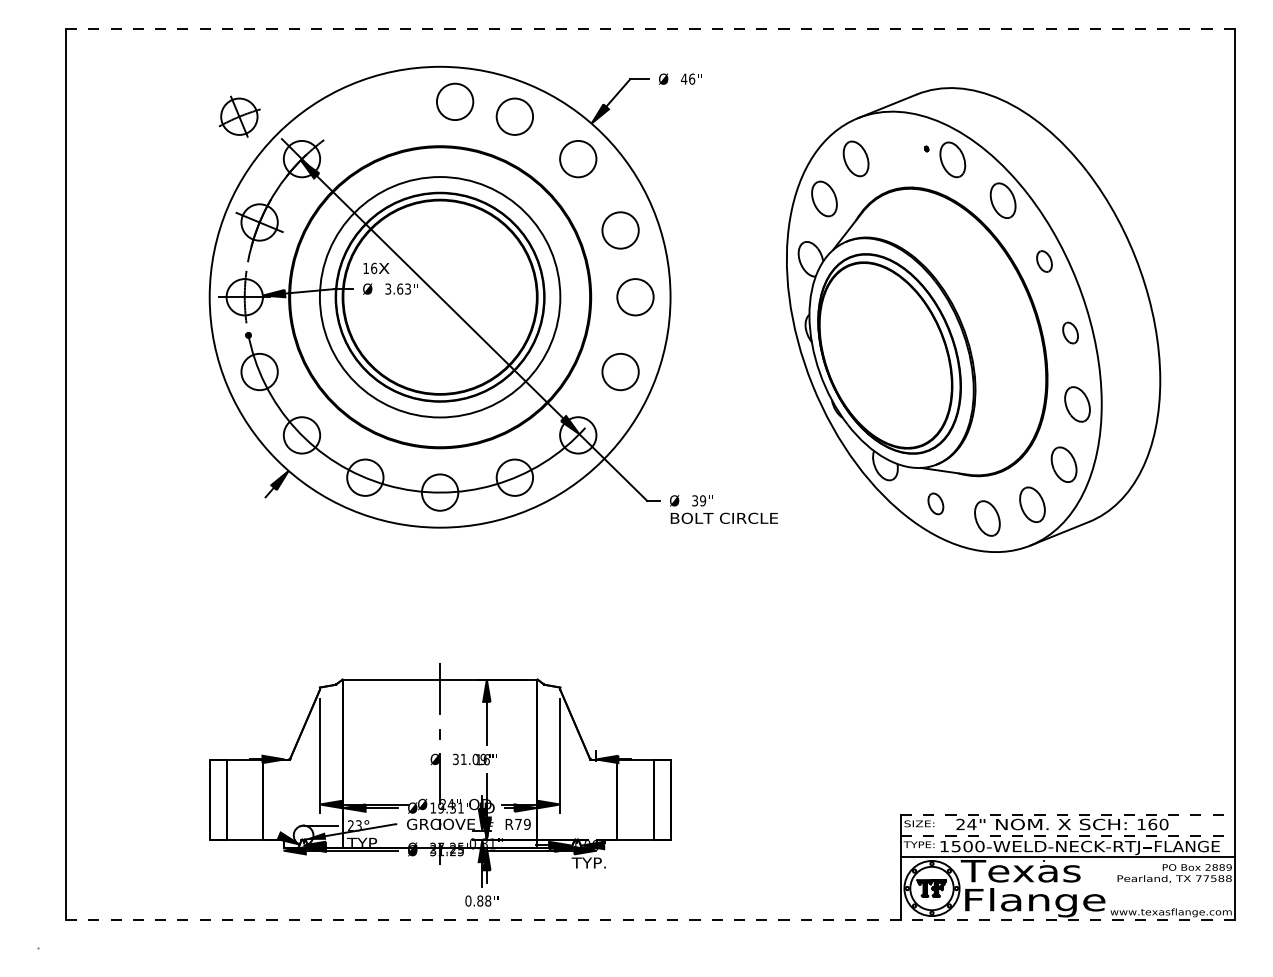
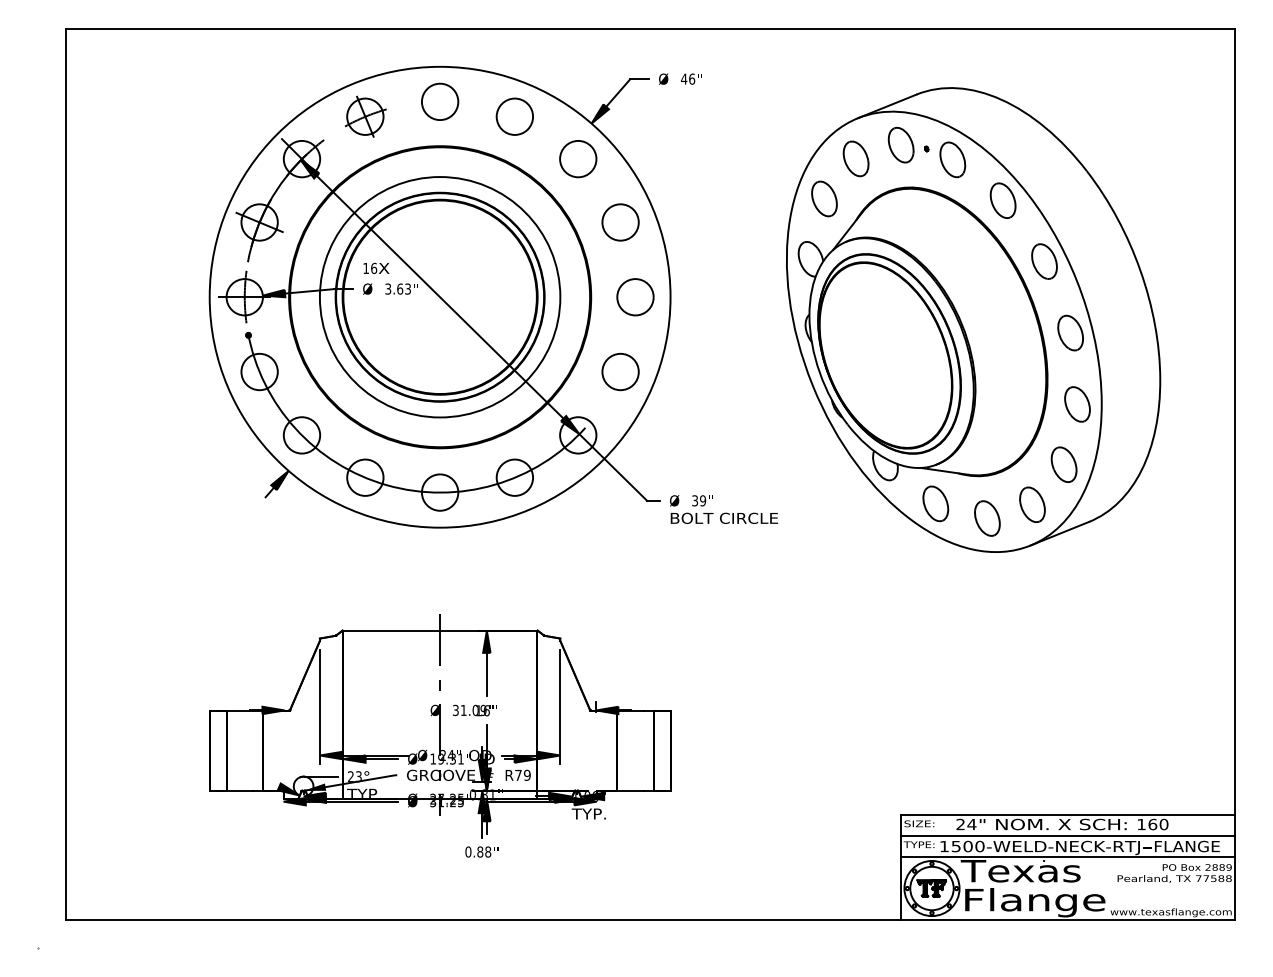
line at (650, 29): dashed -> solid
circle at (455, 101) position: (455, 101) -> (440, 101)
part at (239, 116) position: (239, 116) -> (365, 116)
part at (900, 144): none -> present
circle at (620, 230) position: (620, 230) -> (620, 222)
part at (1044, 261) size: 17x23 px -> 27x37 px
part at (1070, 332) size: 17x24 px -> 27x38 px
part at (935, 503) size: 18x24 px -> 28x38 px
part at (440, 784) position: (440, 784) -> (440, 735)
line at (1067, 815): dashed -> solid
line at (1067, 836): dashed -> solid
line at (650, 919): dashed -> solid
